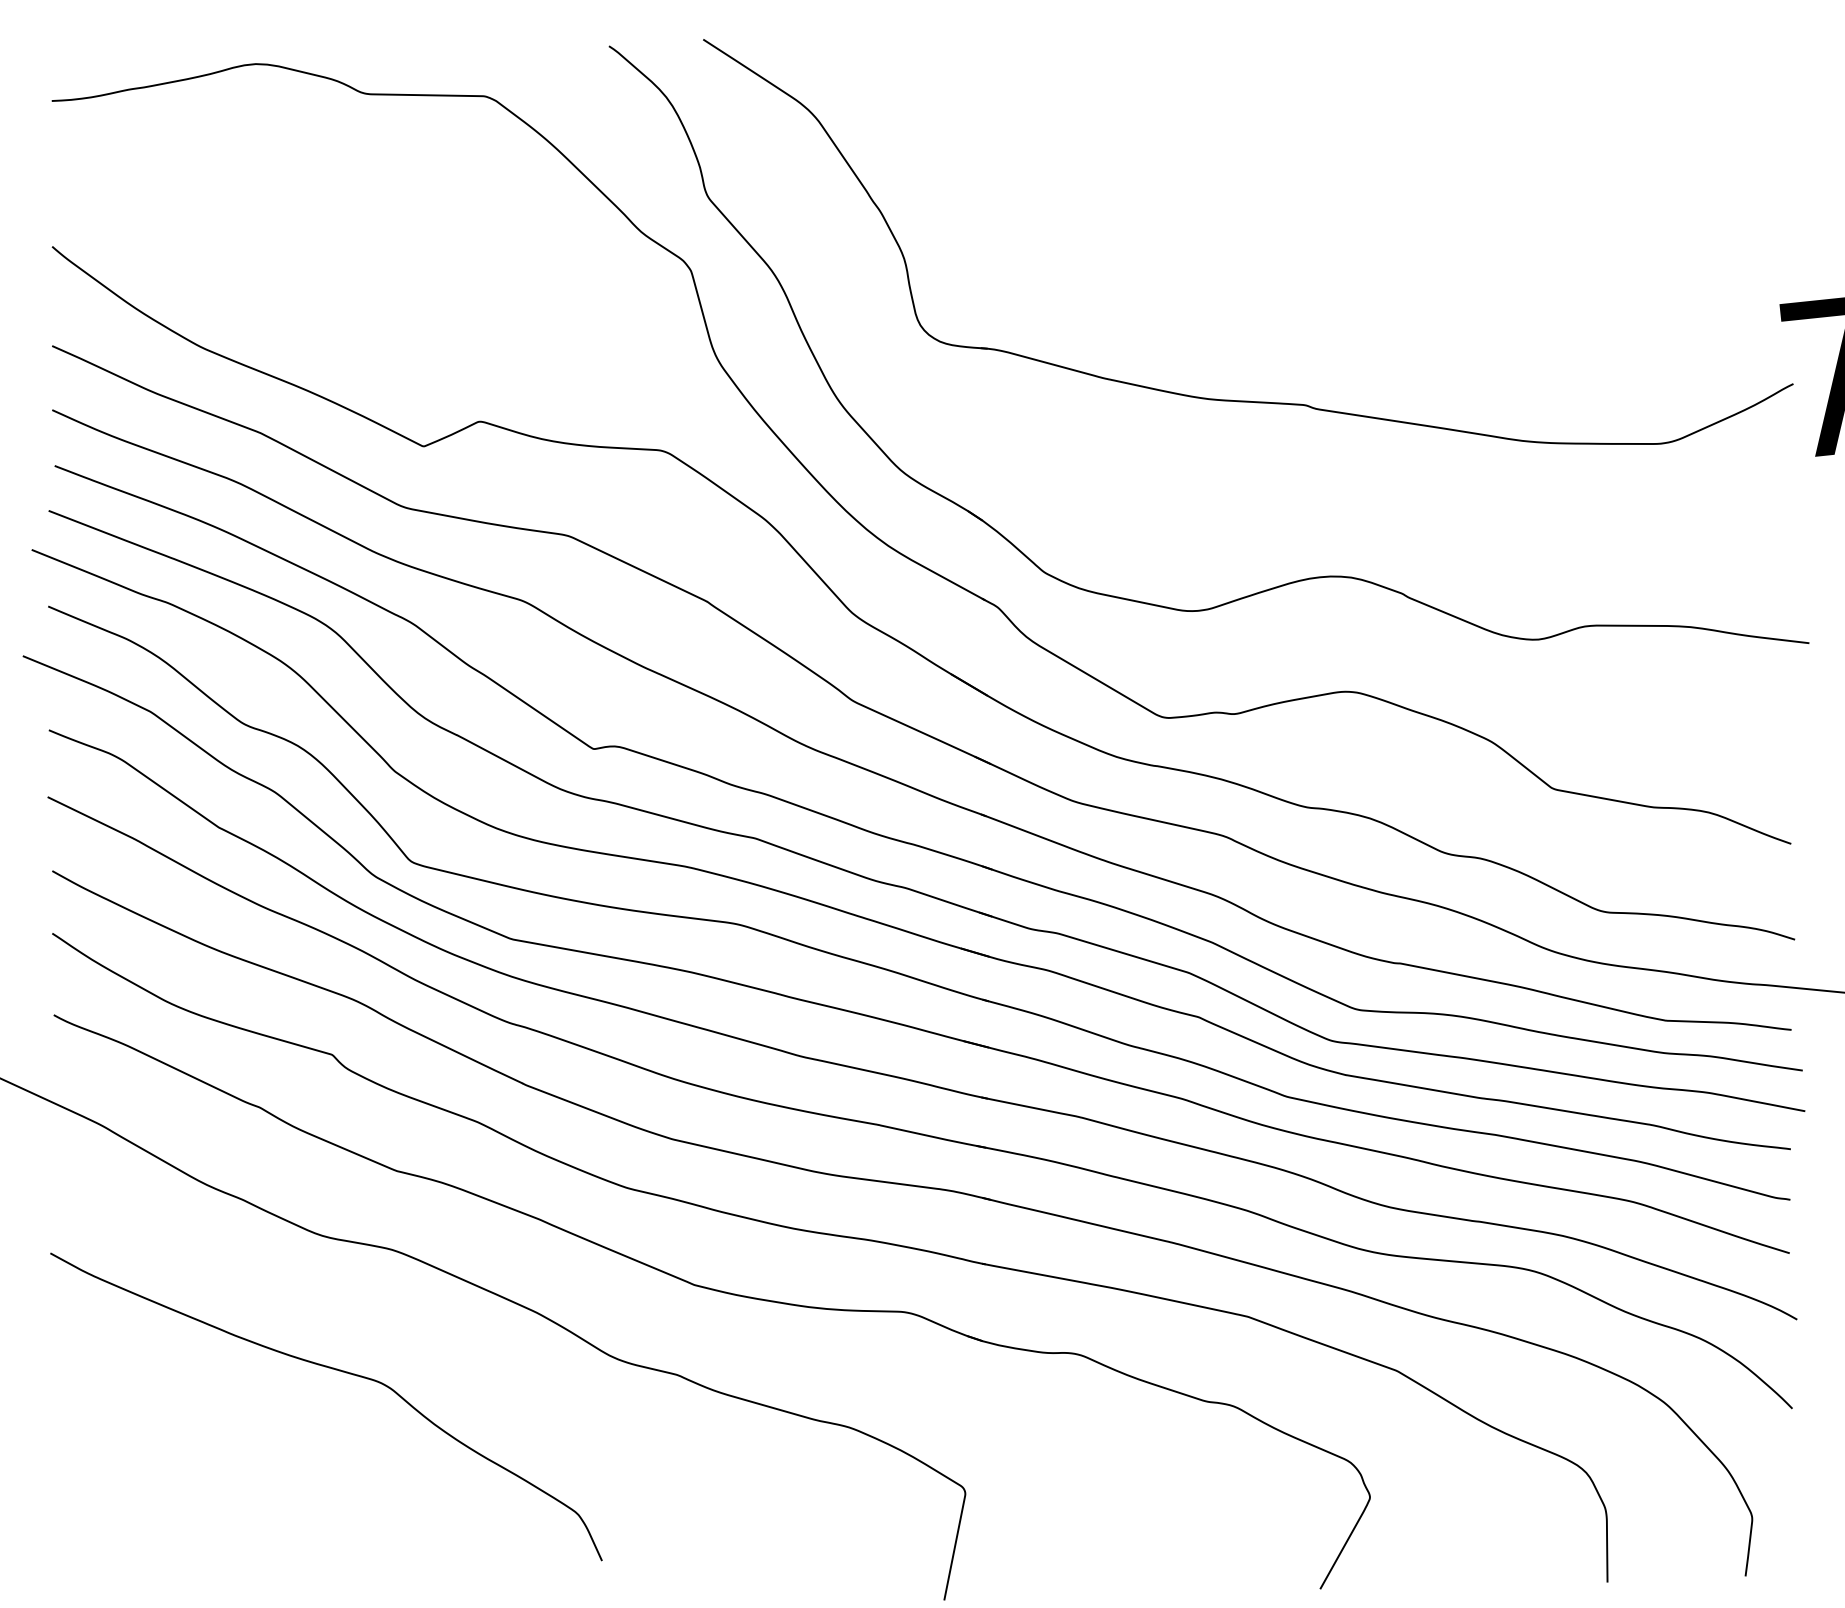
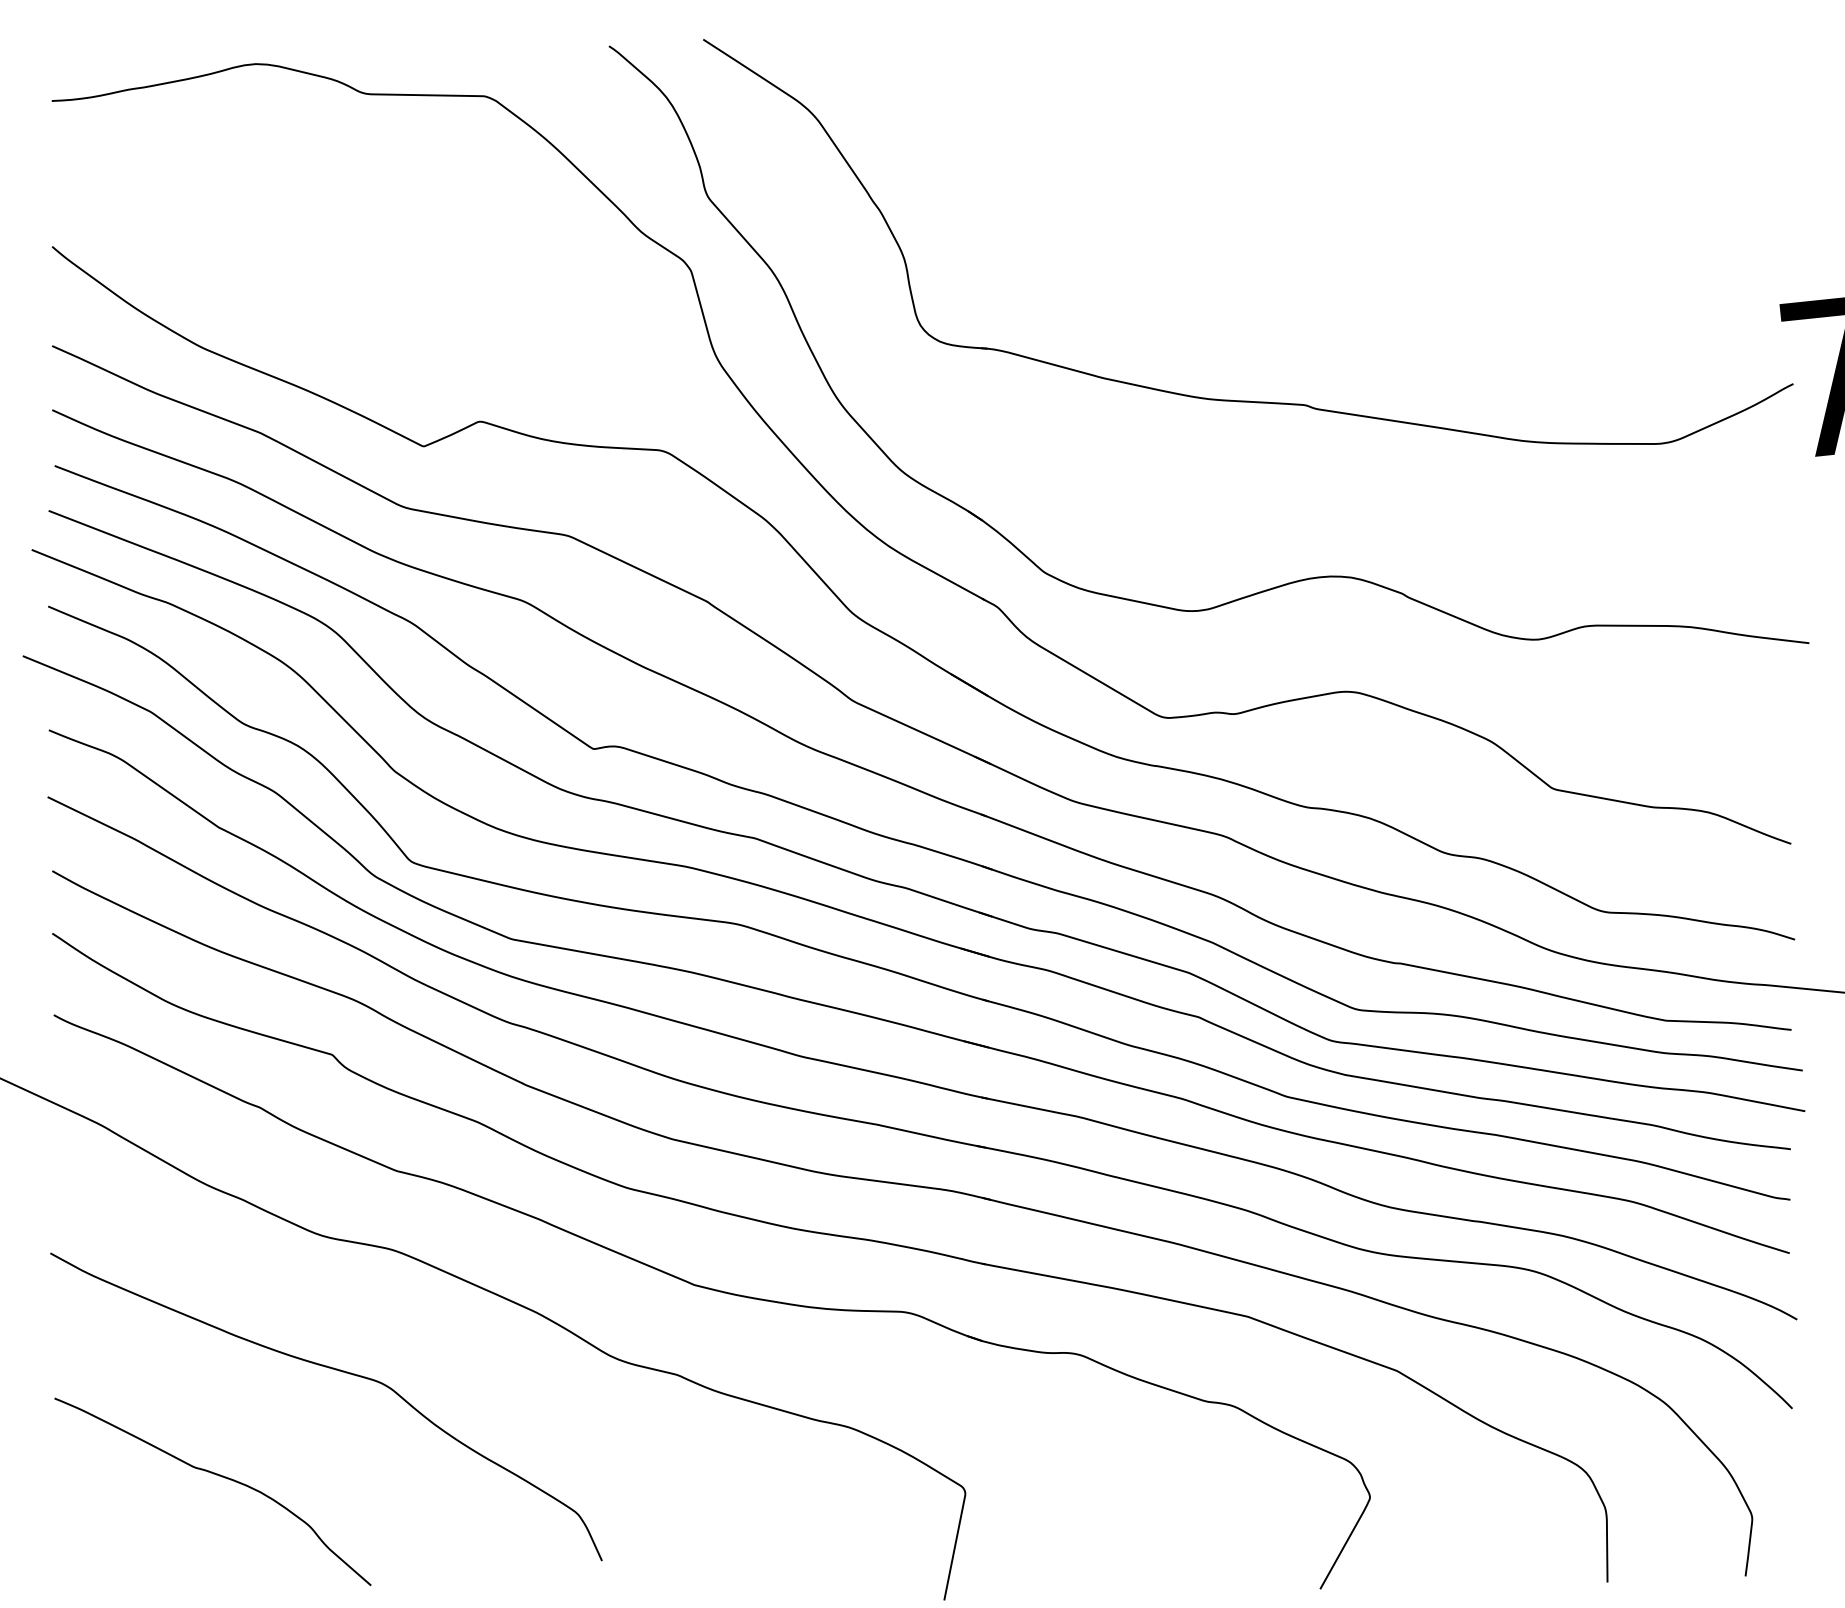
curve at (216, 1475): none -> present
